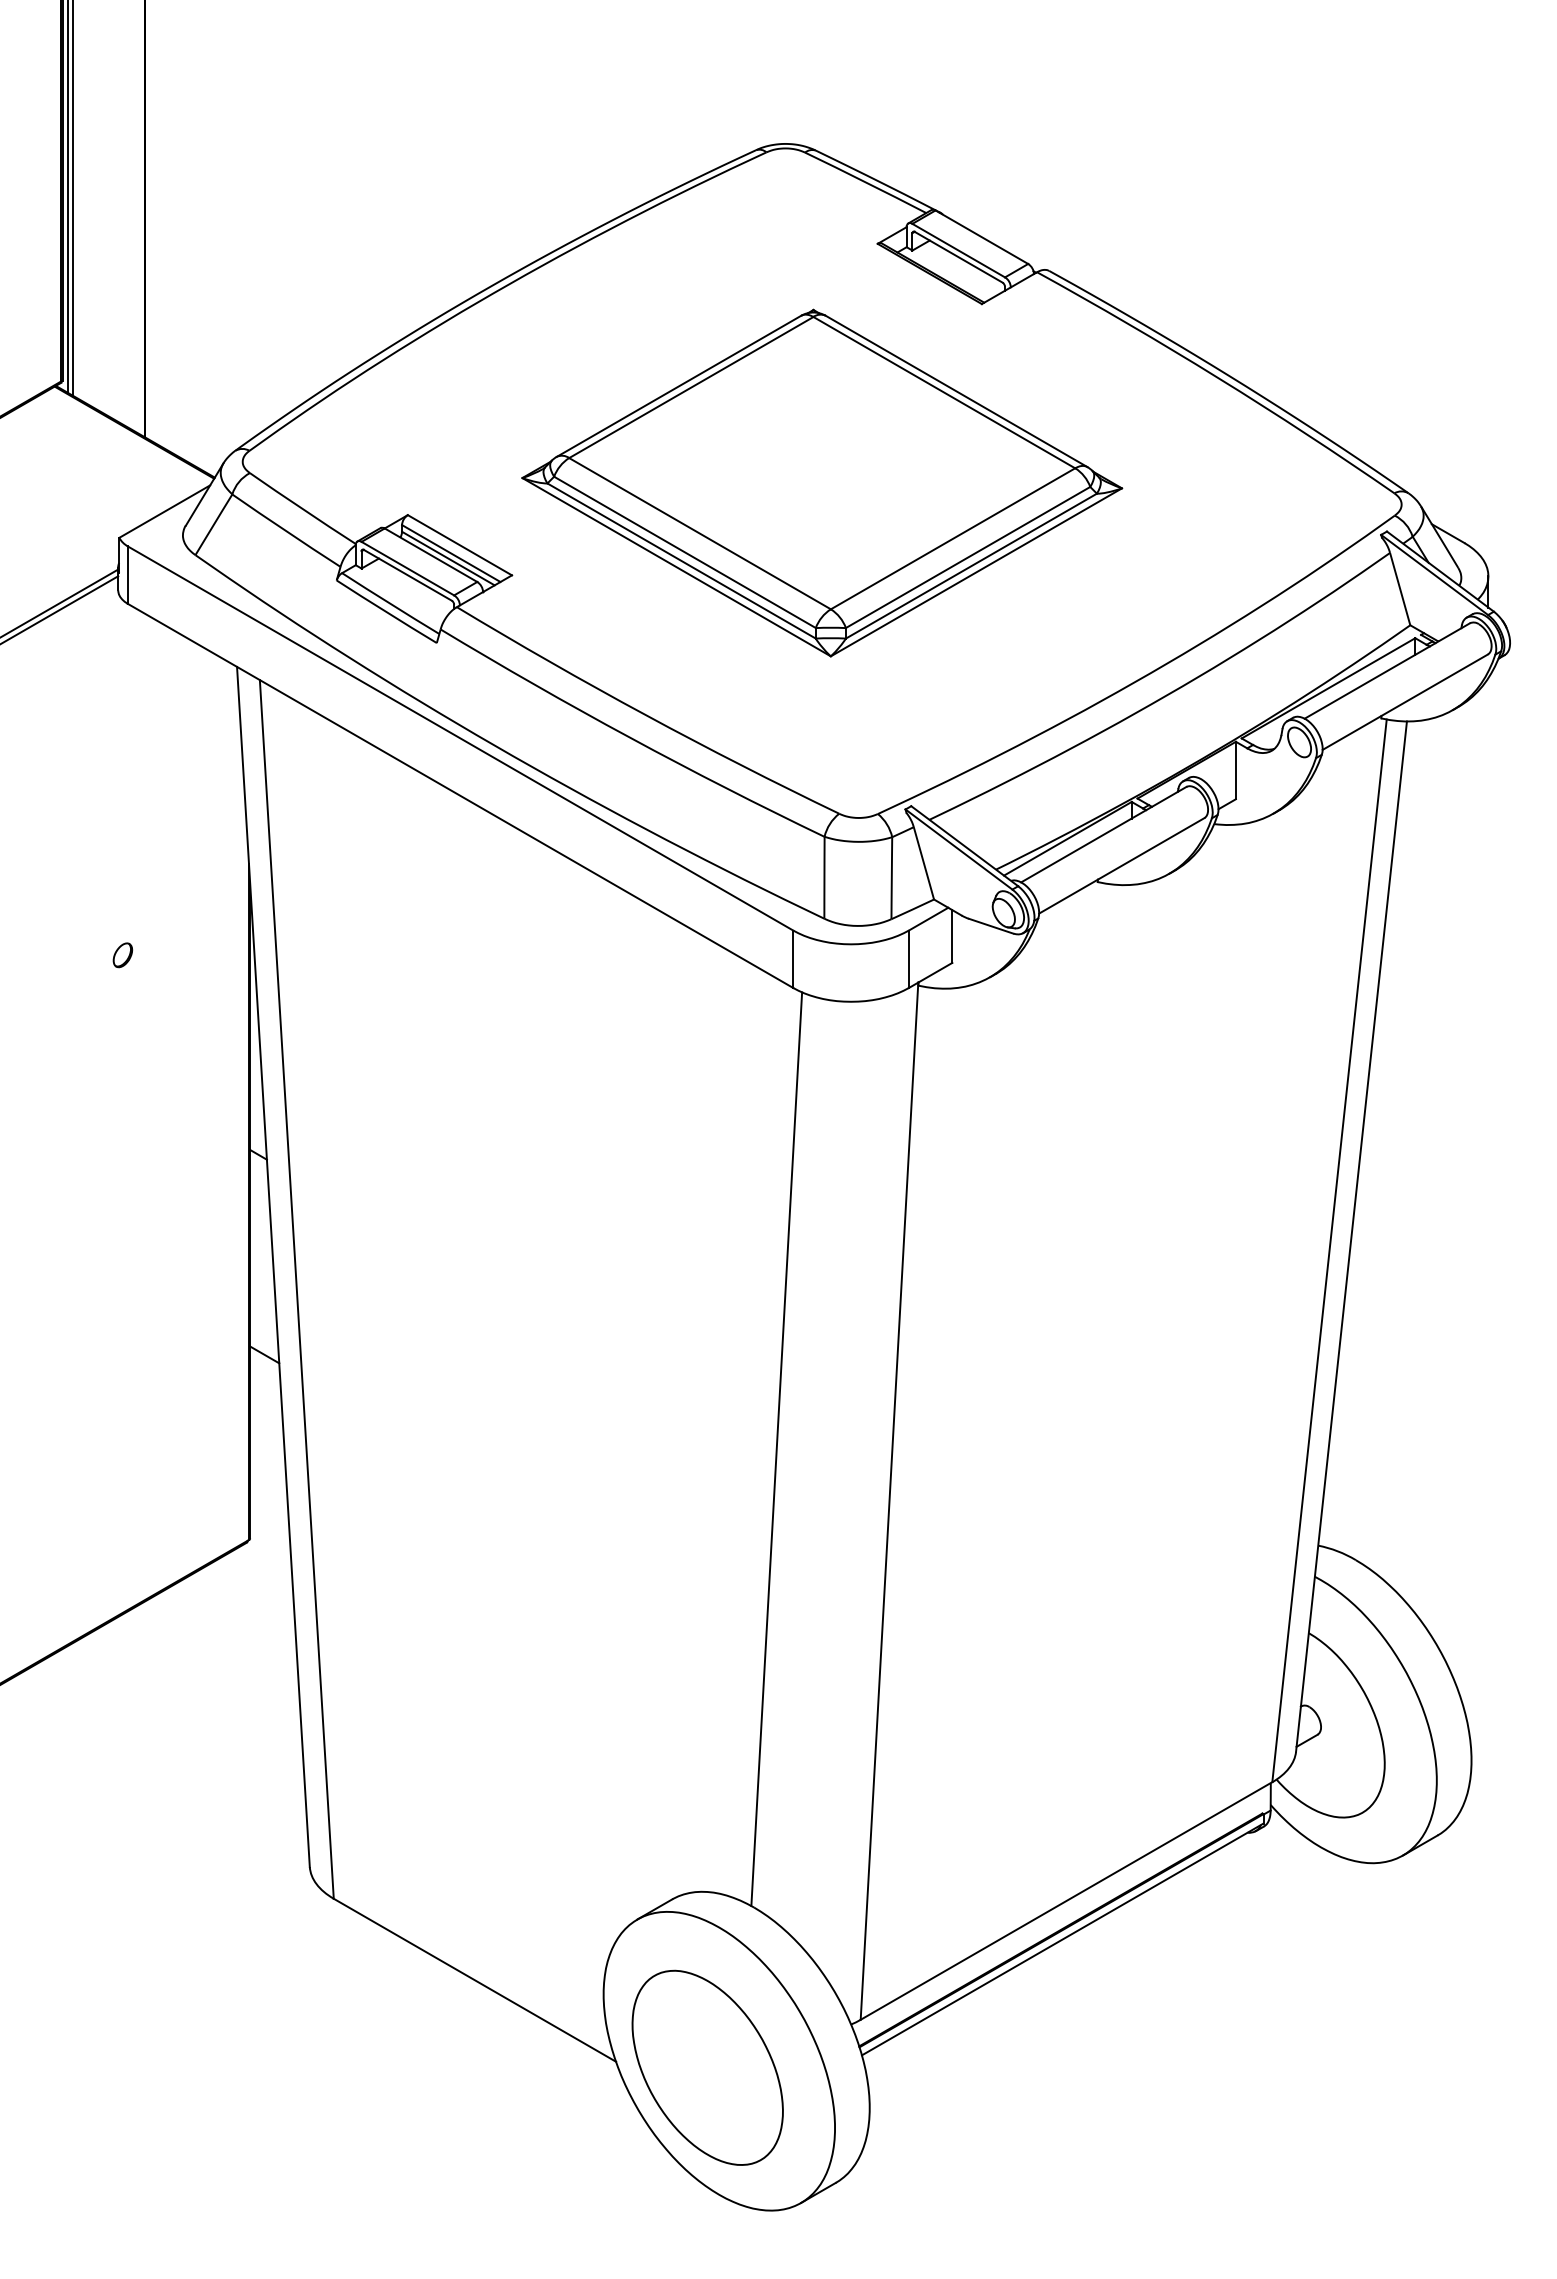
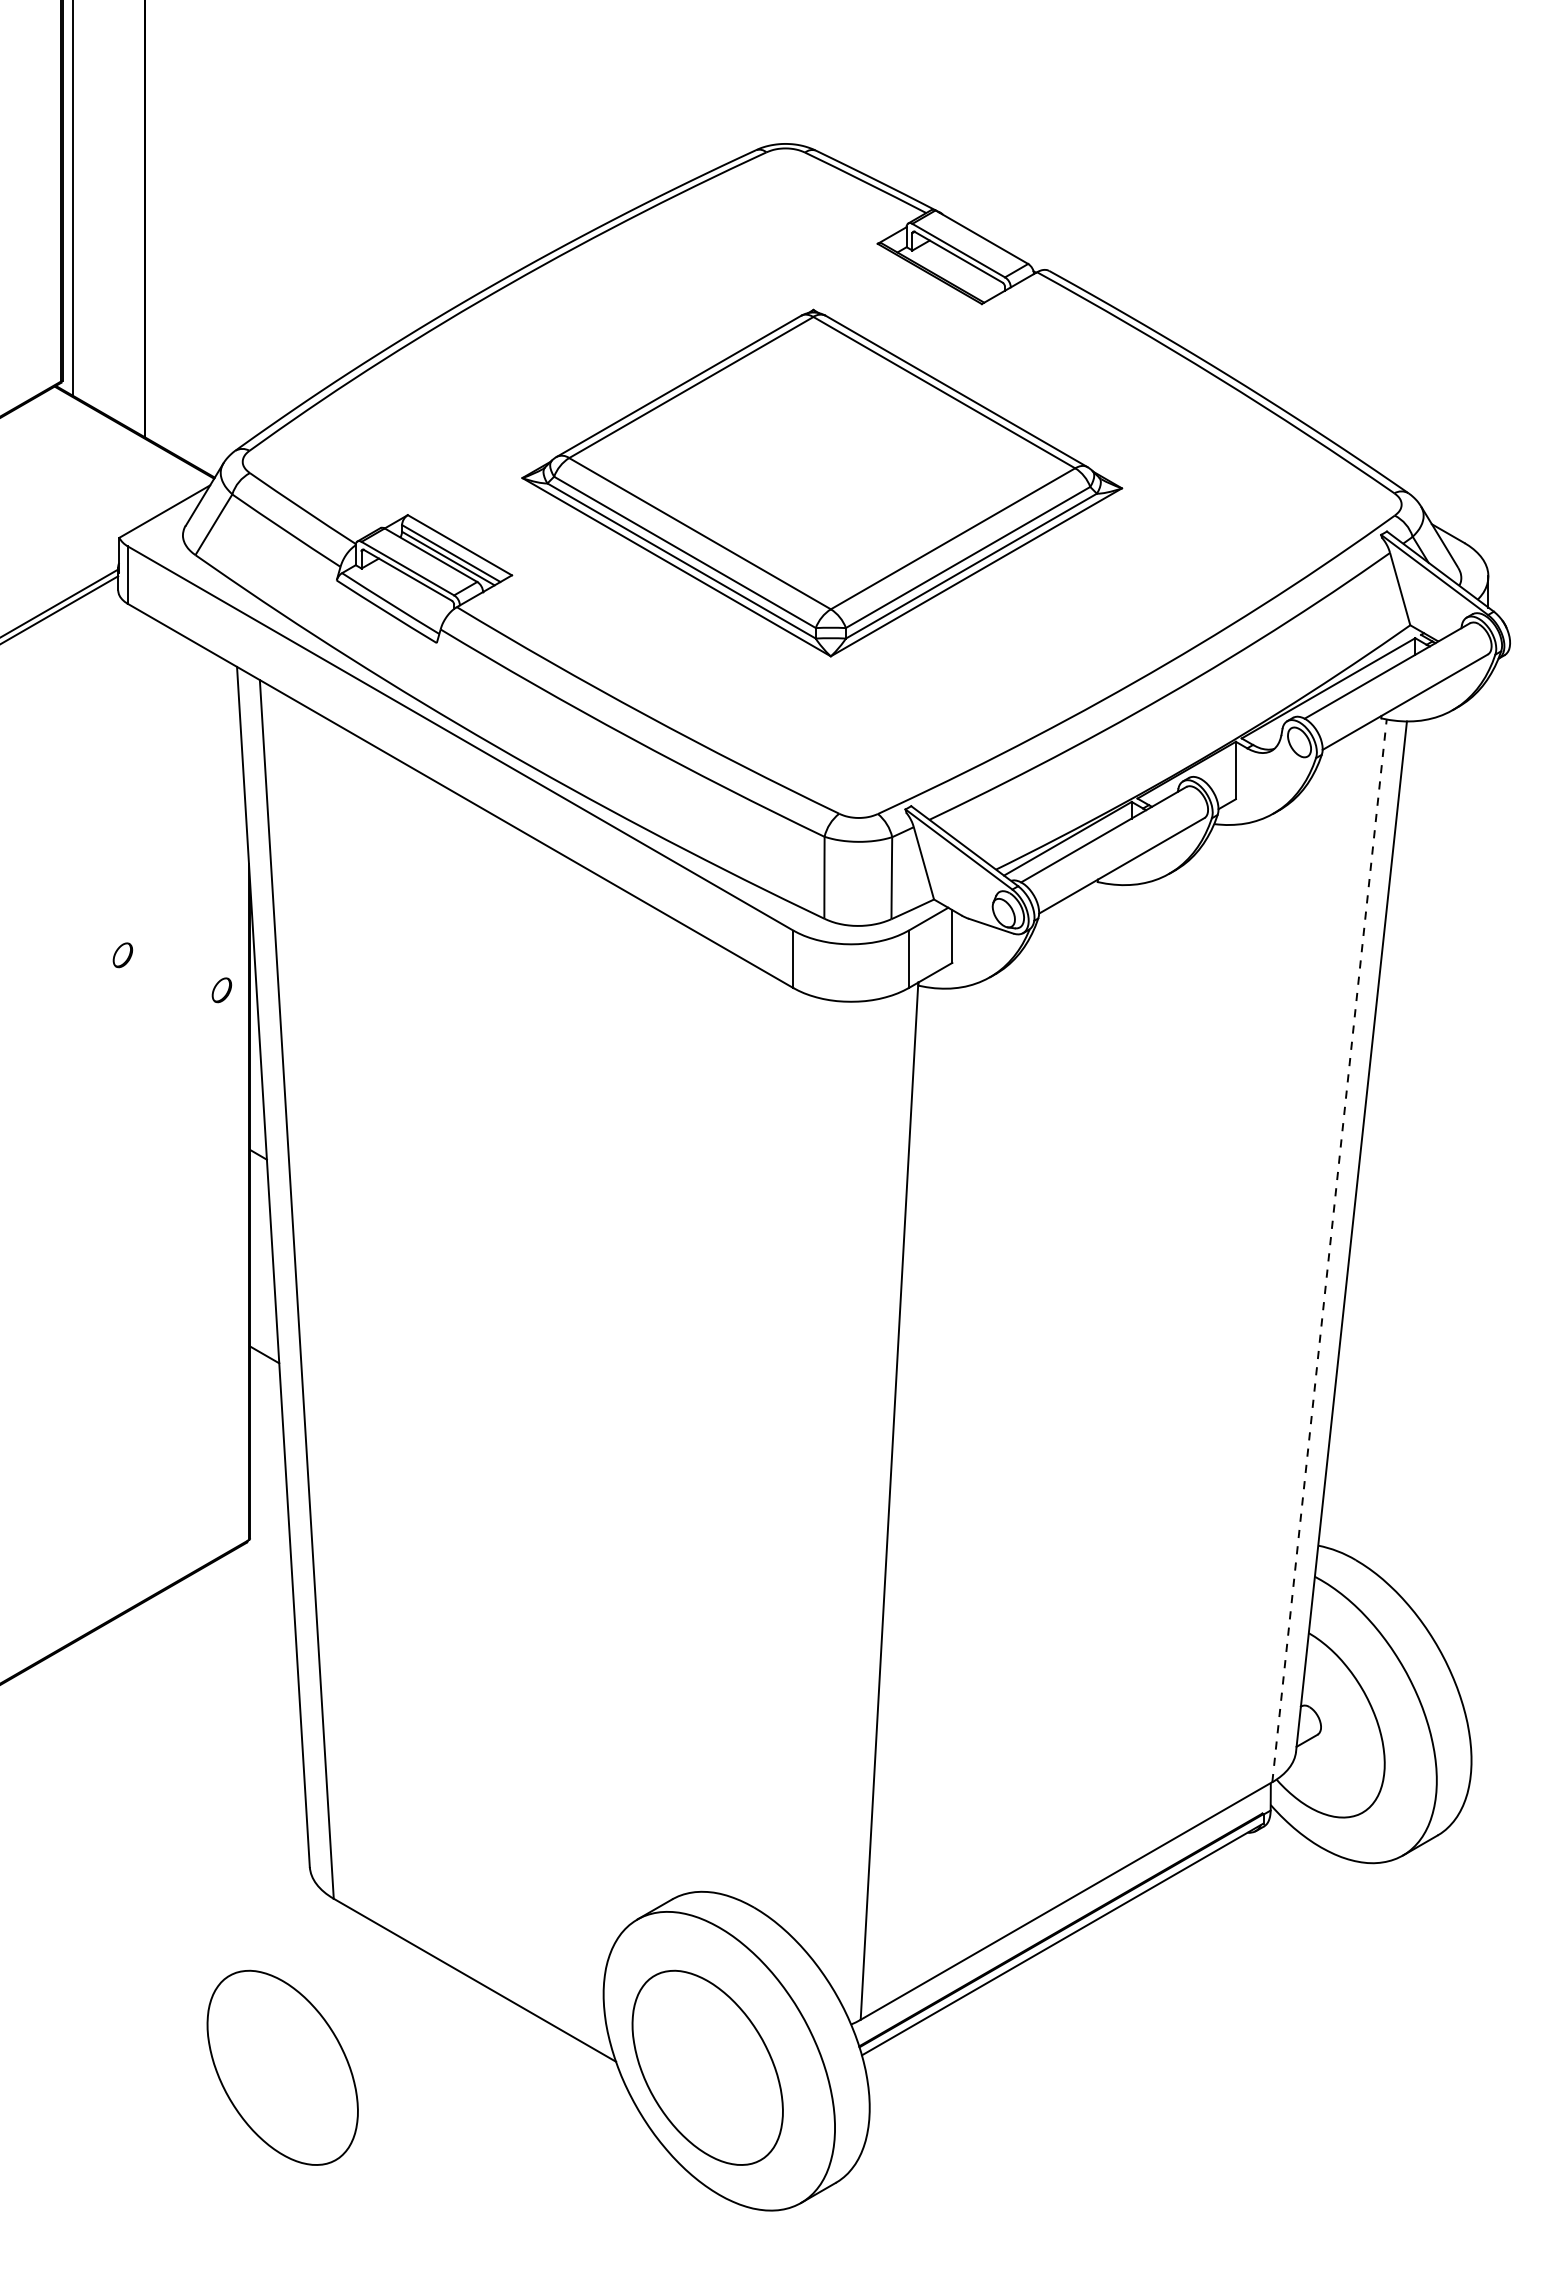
line at (68, 197): present -> none
part at (221, 990): none -> present
line at (1329, 1250): solid -> dashed
line at (776, 1449): present -> none
part at (282, 2067): none -> present
